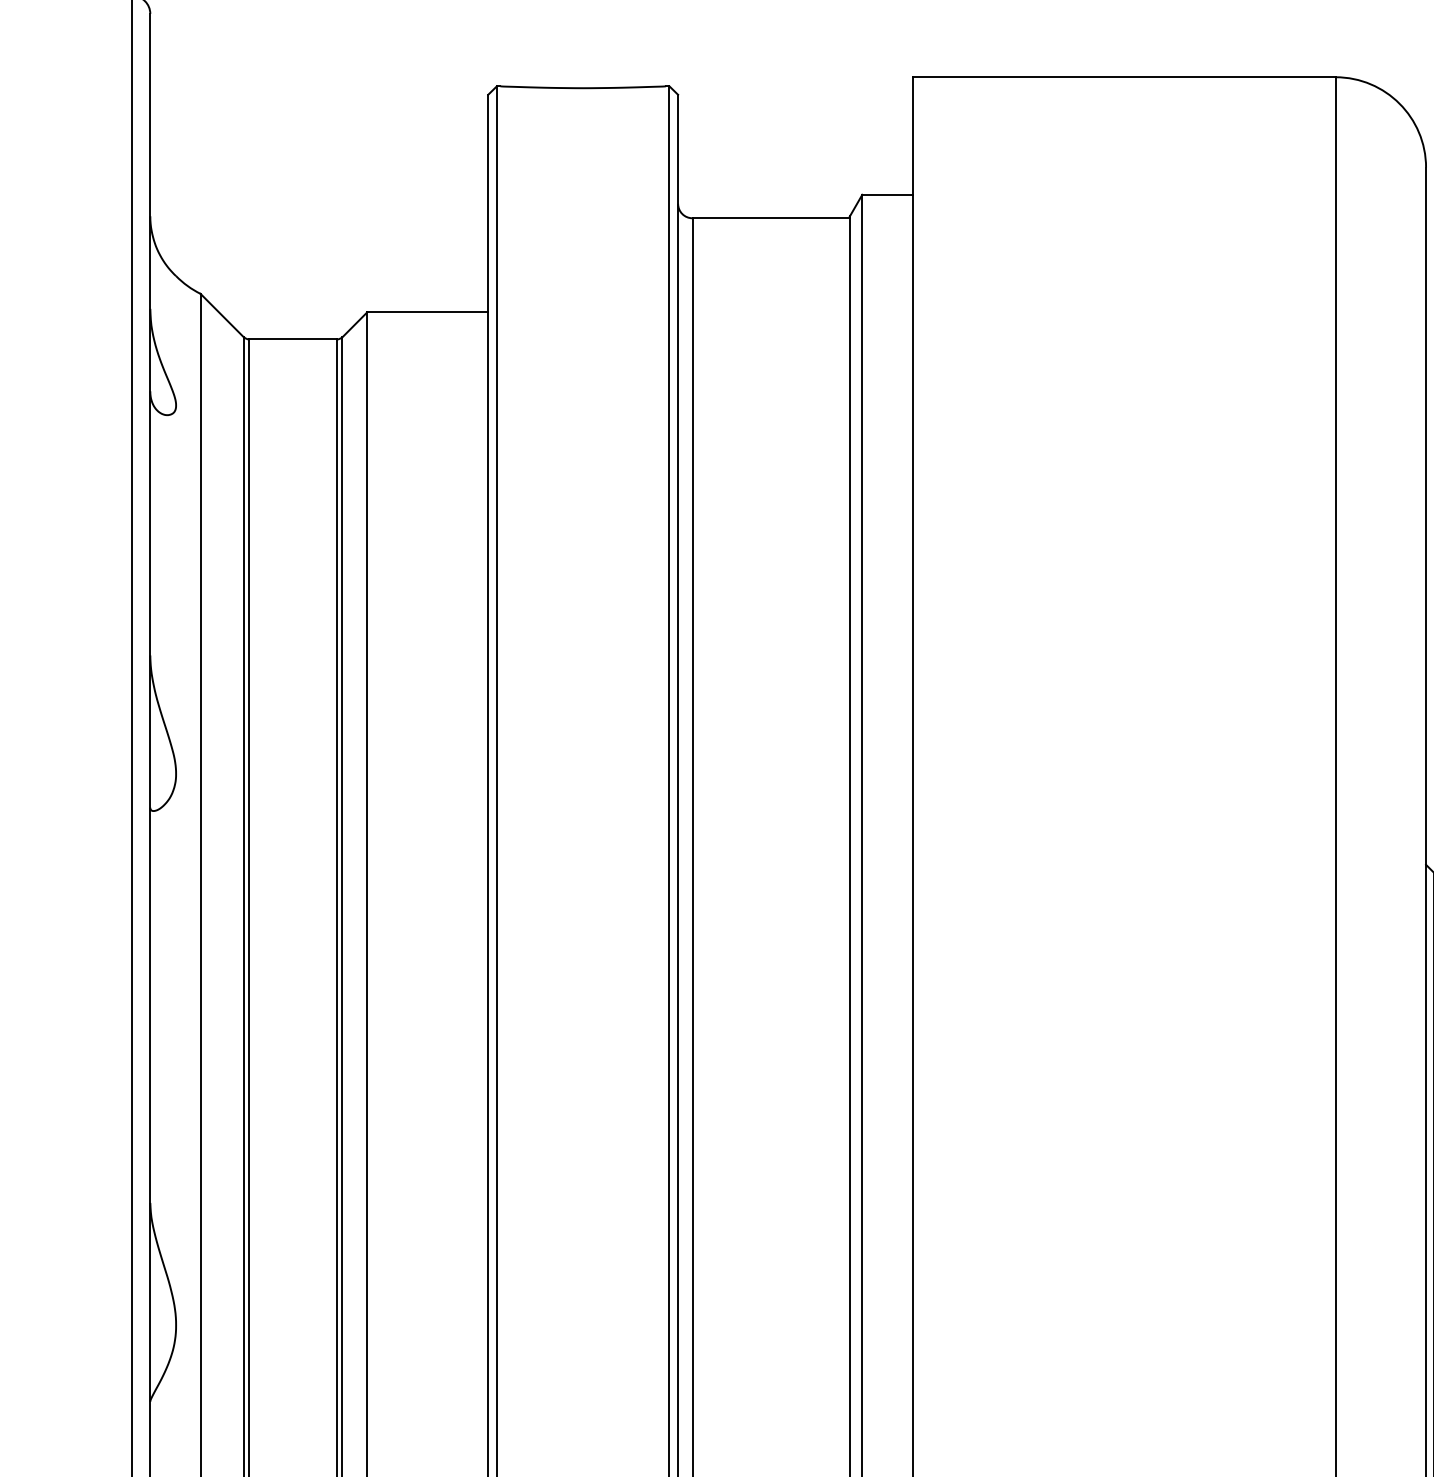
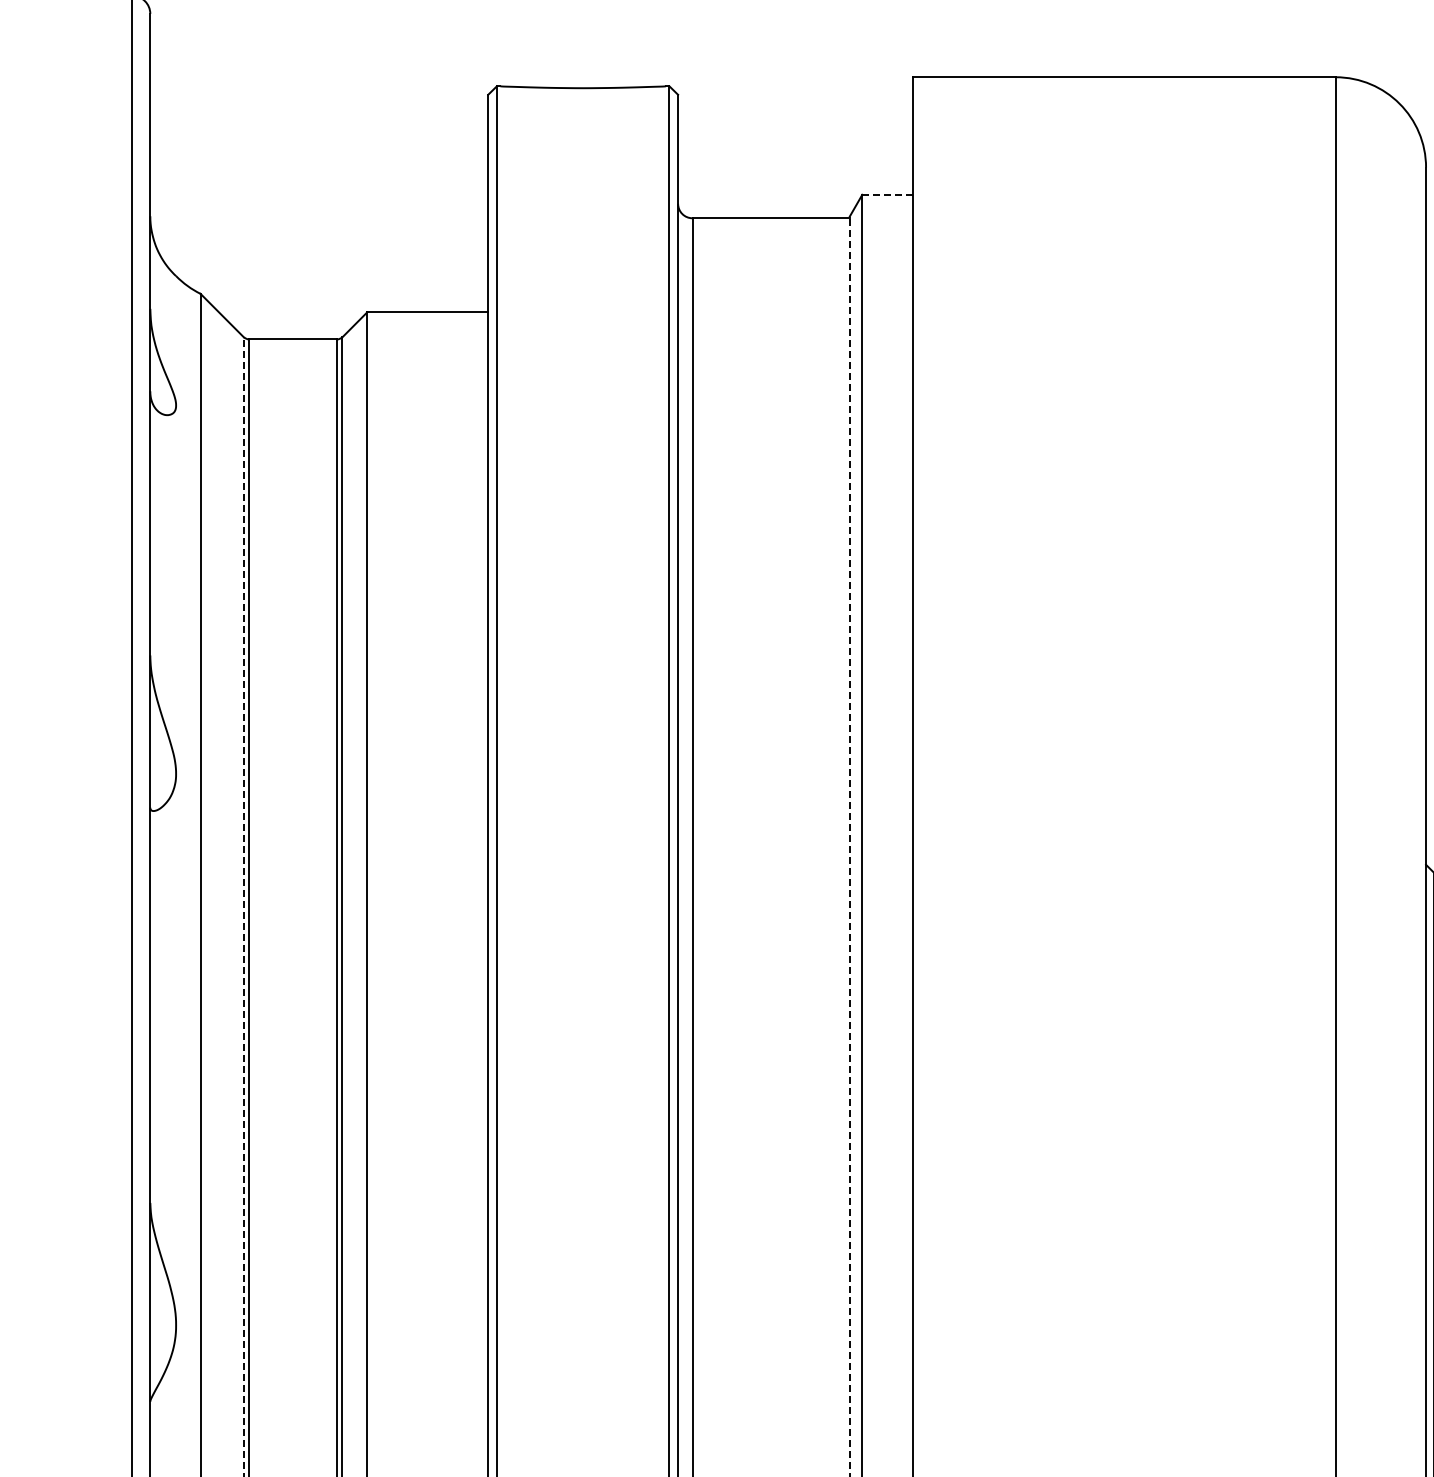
line at (887, 194): solid -> dashed
line at (849, 846): solid -> dashed
line at (243, 906): solid -> dashed
